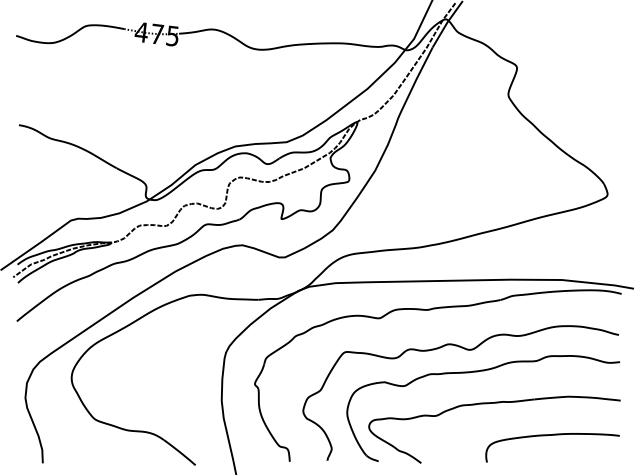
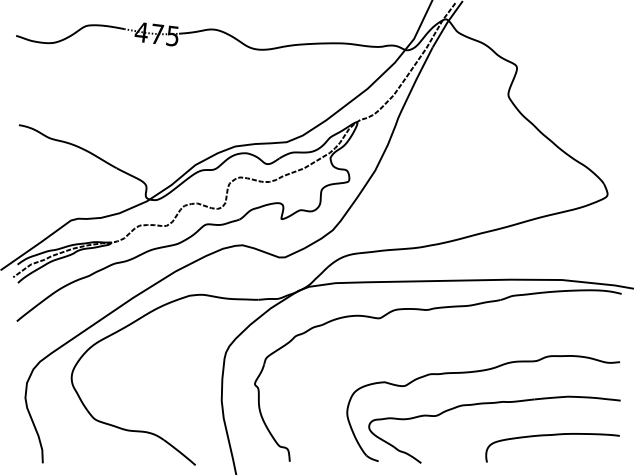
part at (466, 350): present -> none
